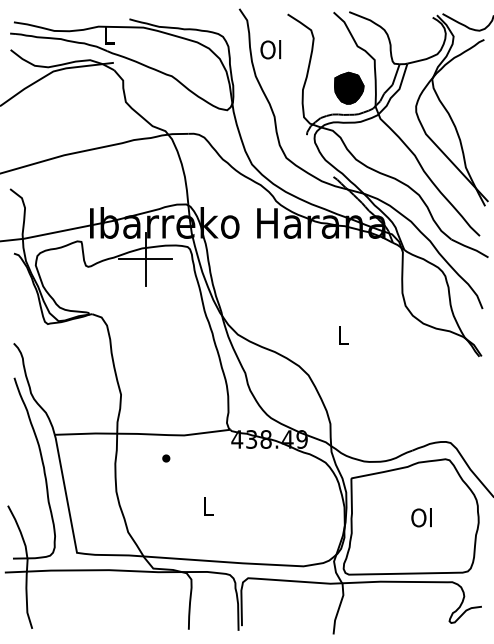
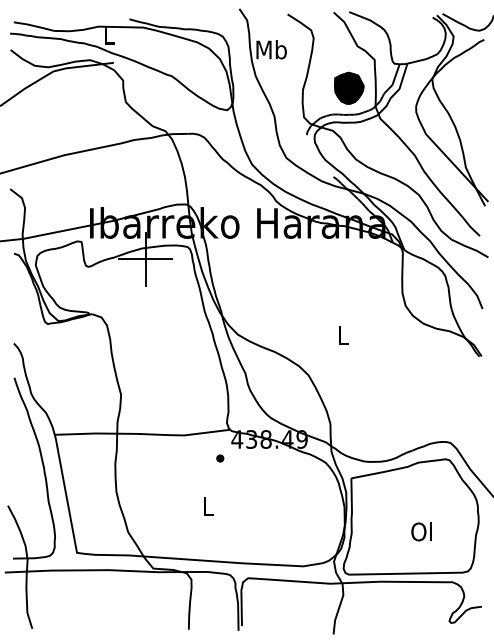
text at (271, 49): Ol -> Mb
part at (166, 458) position: (166, 458) -> (220, 458)
text at (421, 517) position: (421, 517) -> (421, 531)
